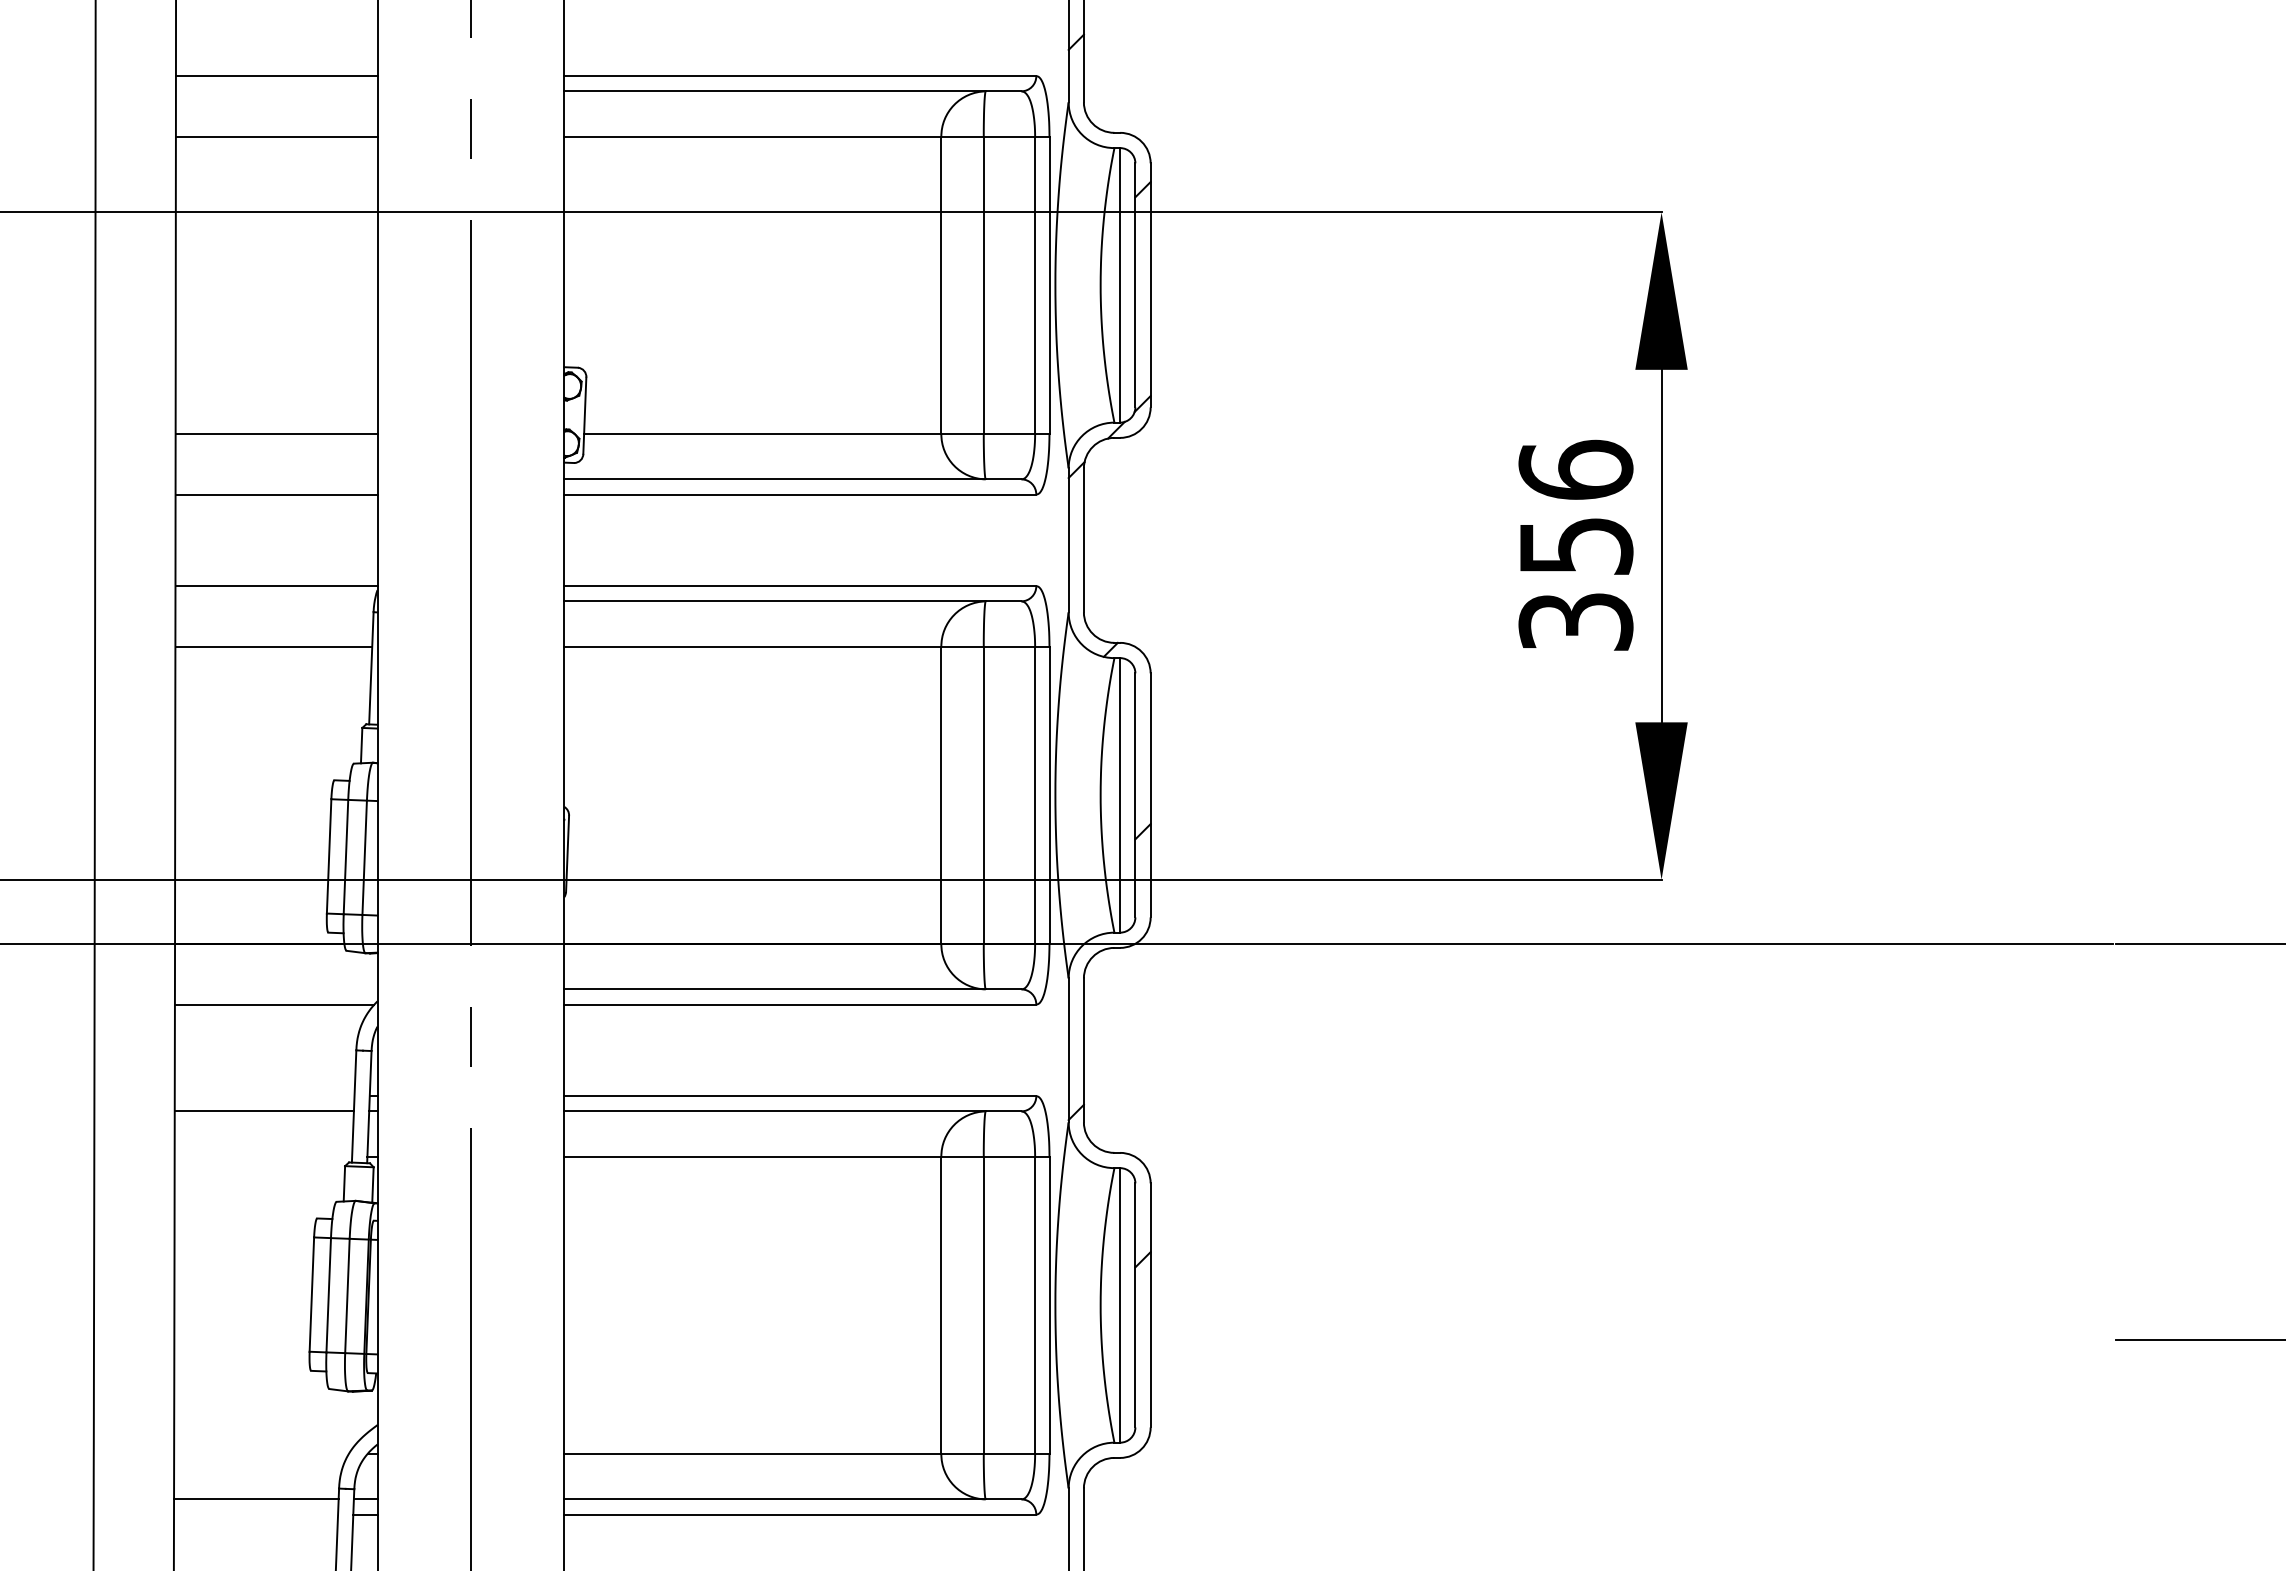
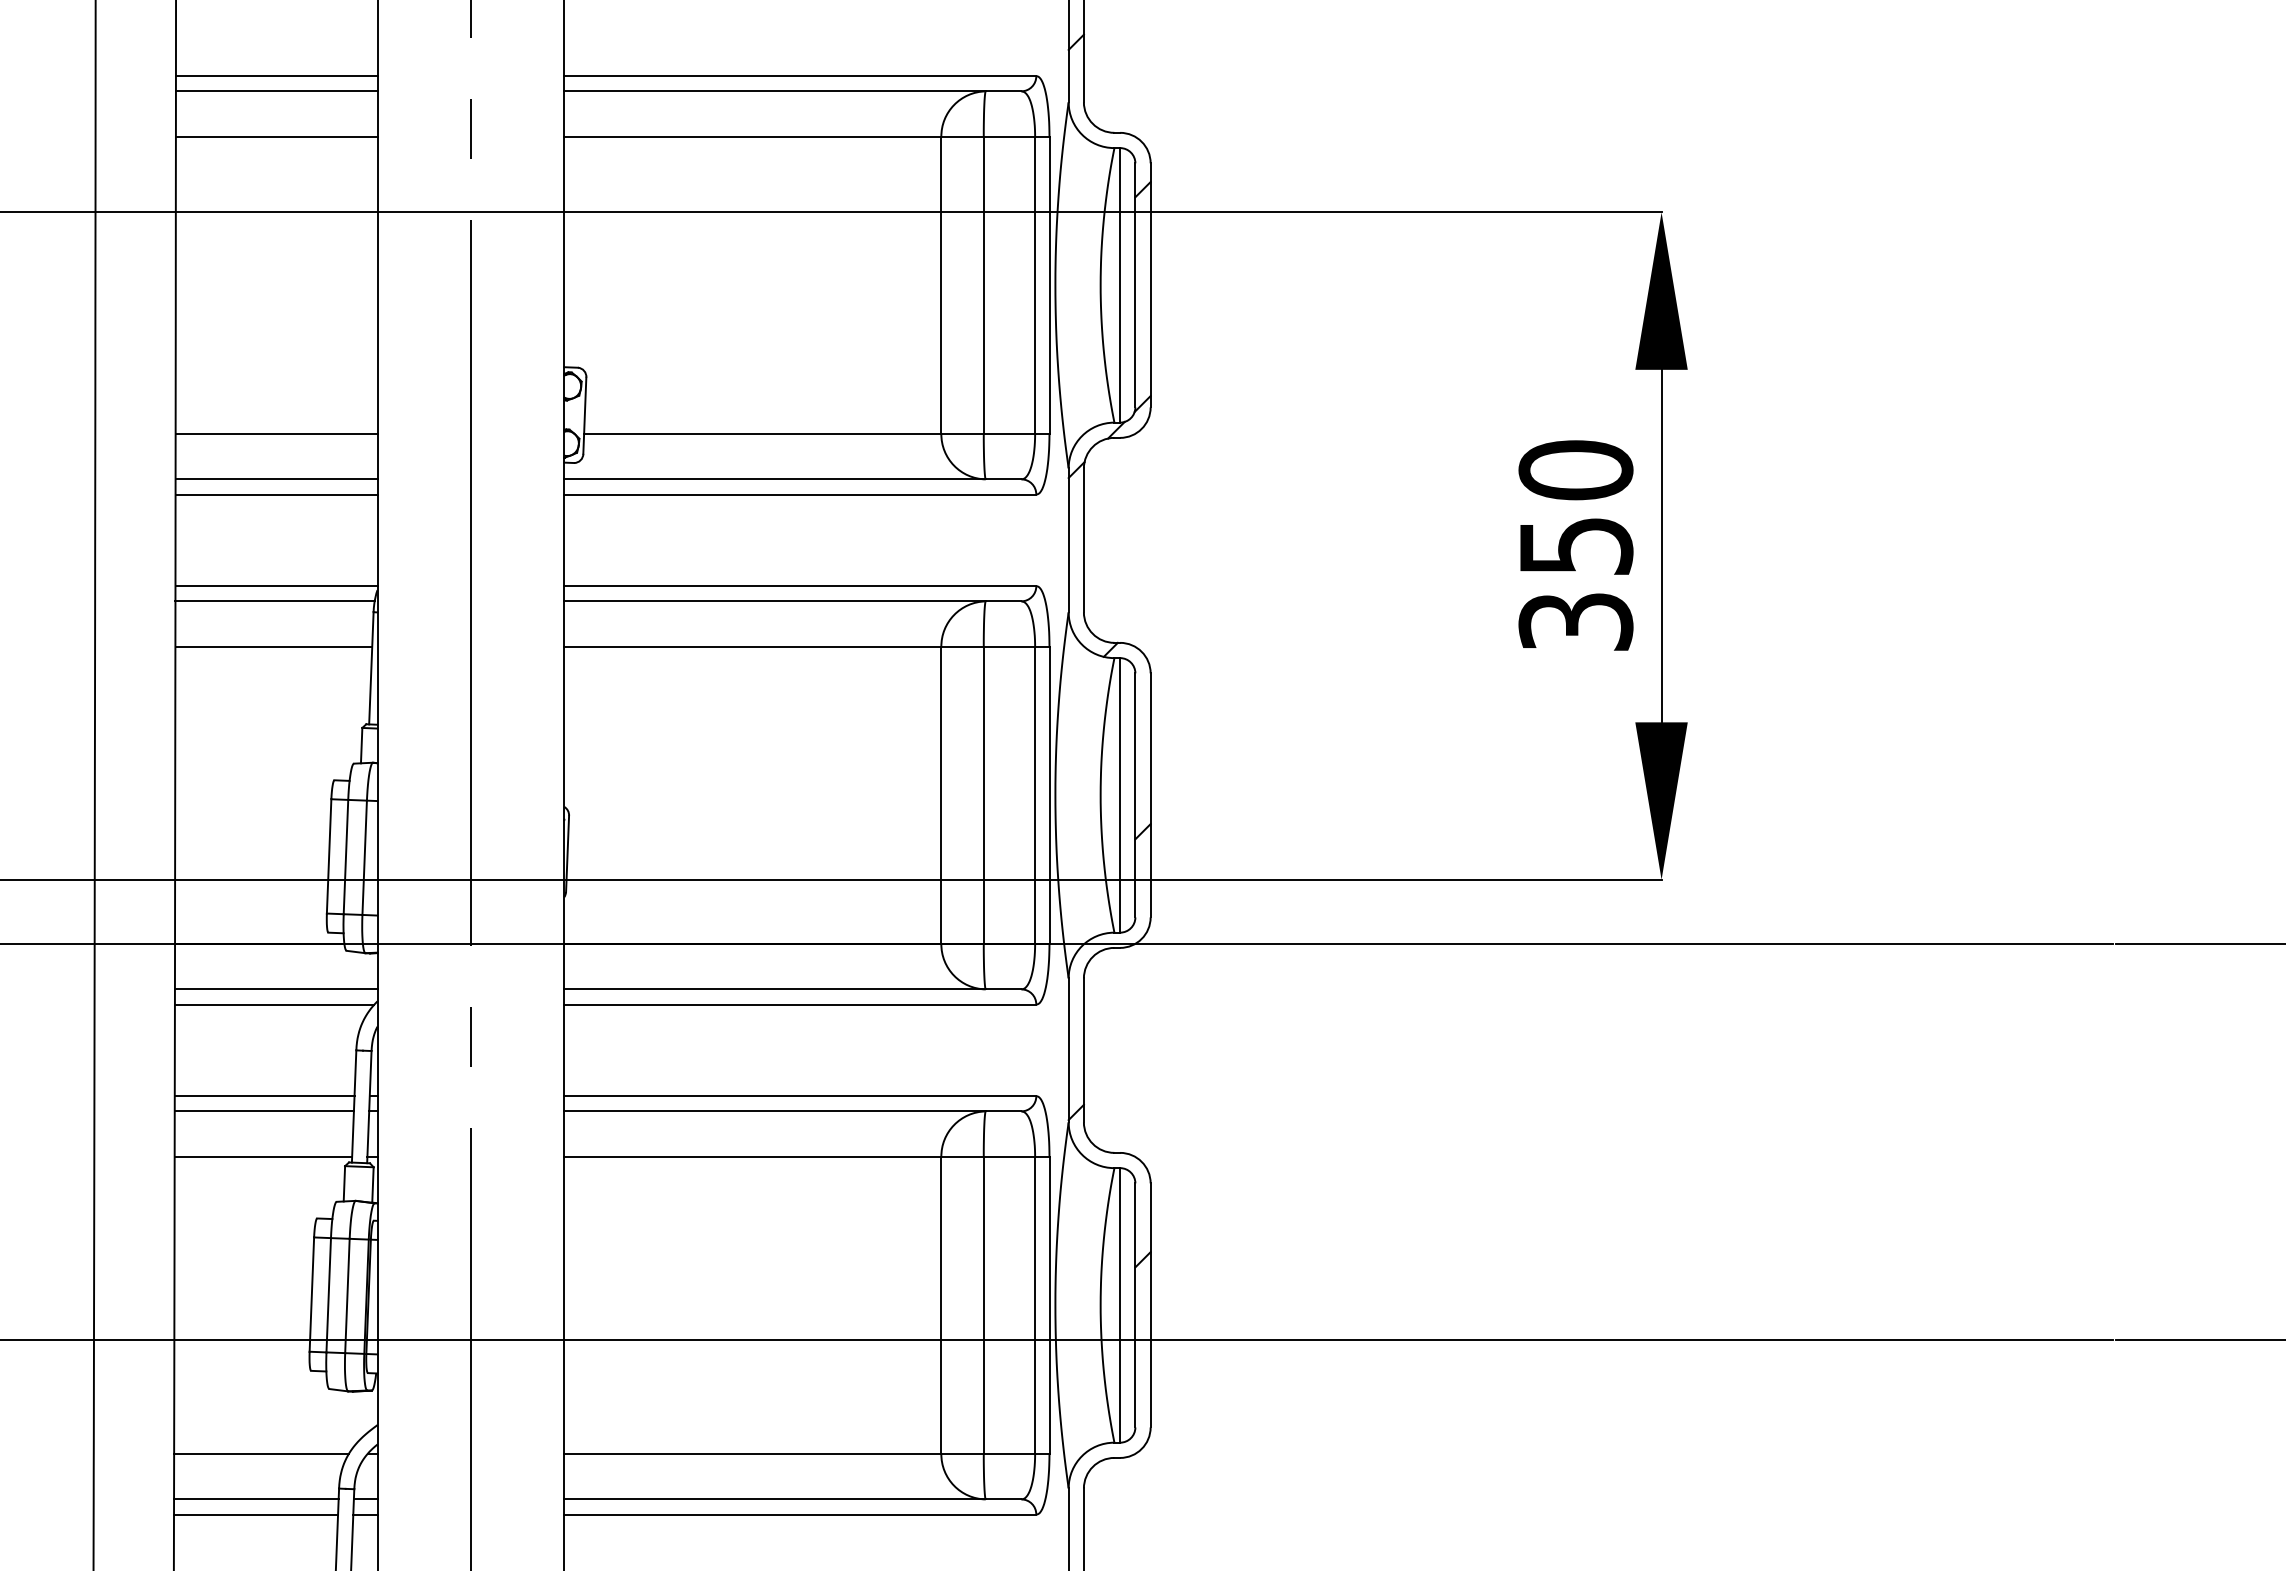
line at (276, 91): none -> present
text at (1575, 469): 356 -> 350
line at (276, 479): none -> present
line at (274, 601): none -> present
line at (275, 989): none -> present
line at (264, 1096): none -> present
line at (263, 1157): none -> present
line at (1057, 1340): none -> present
line at (261, 1453): none -> present
line at (256, 1514): none -> present
